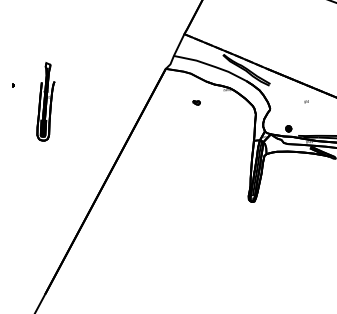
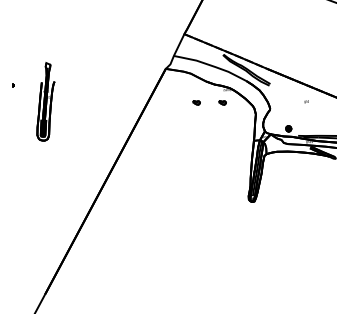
part at (222, 102): none -> present
